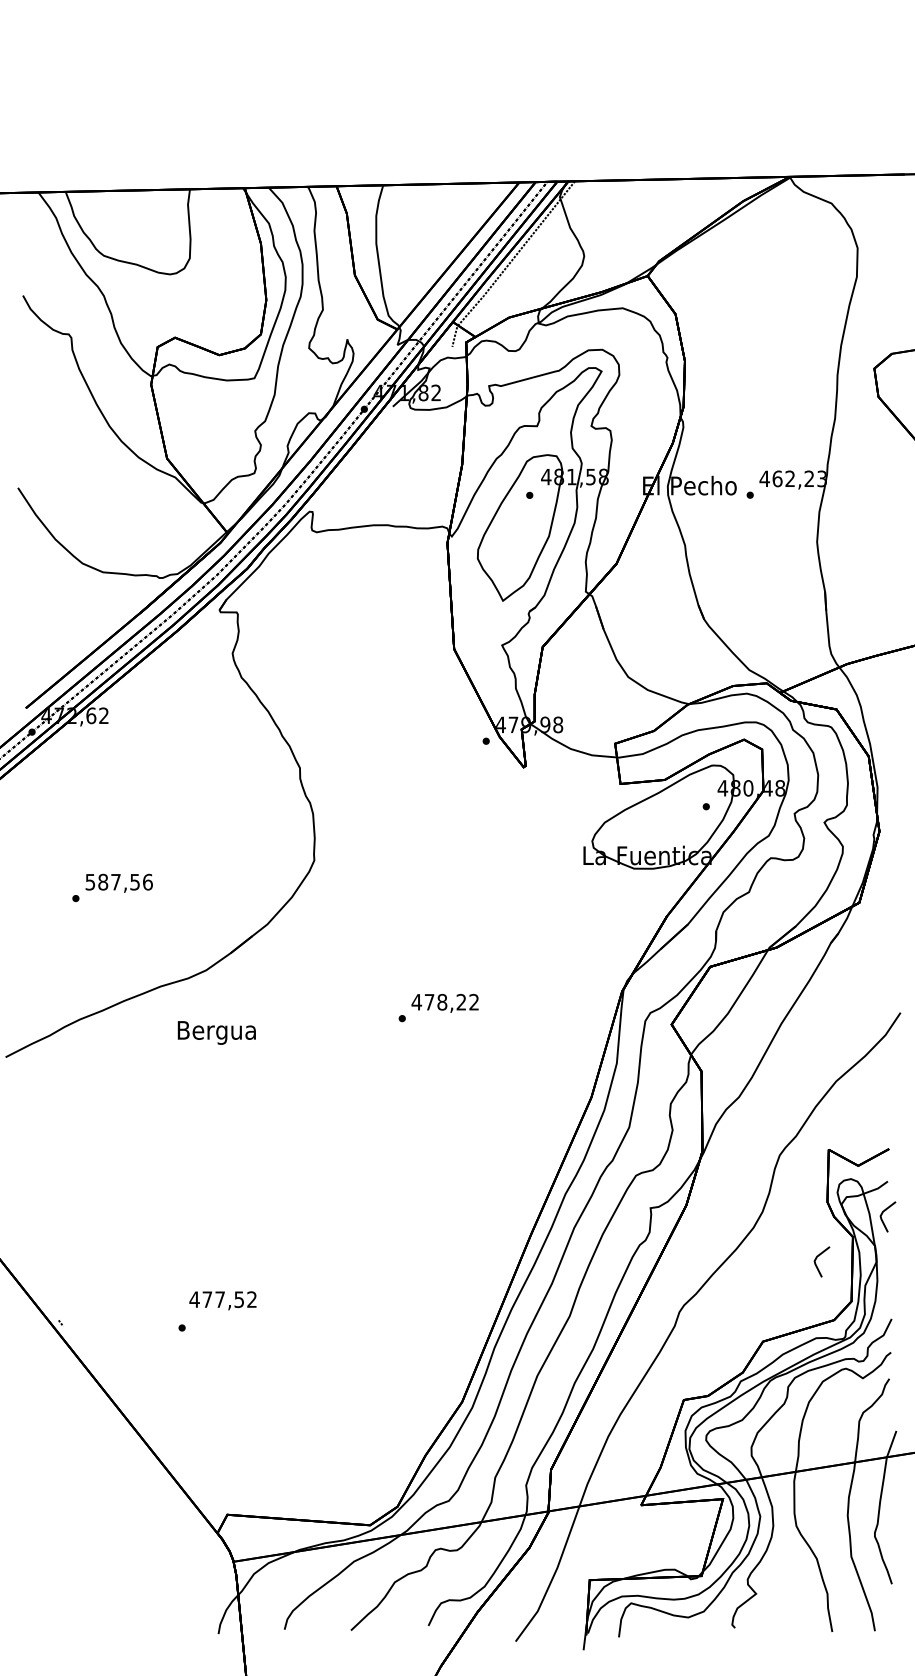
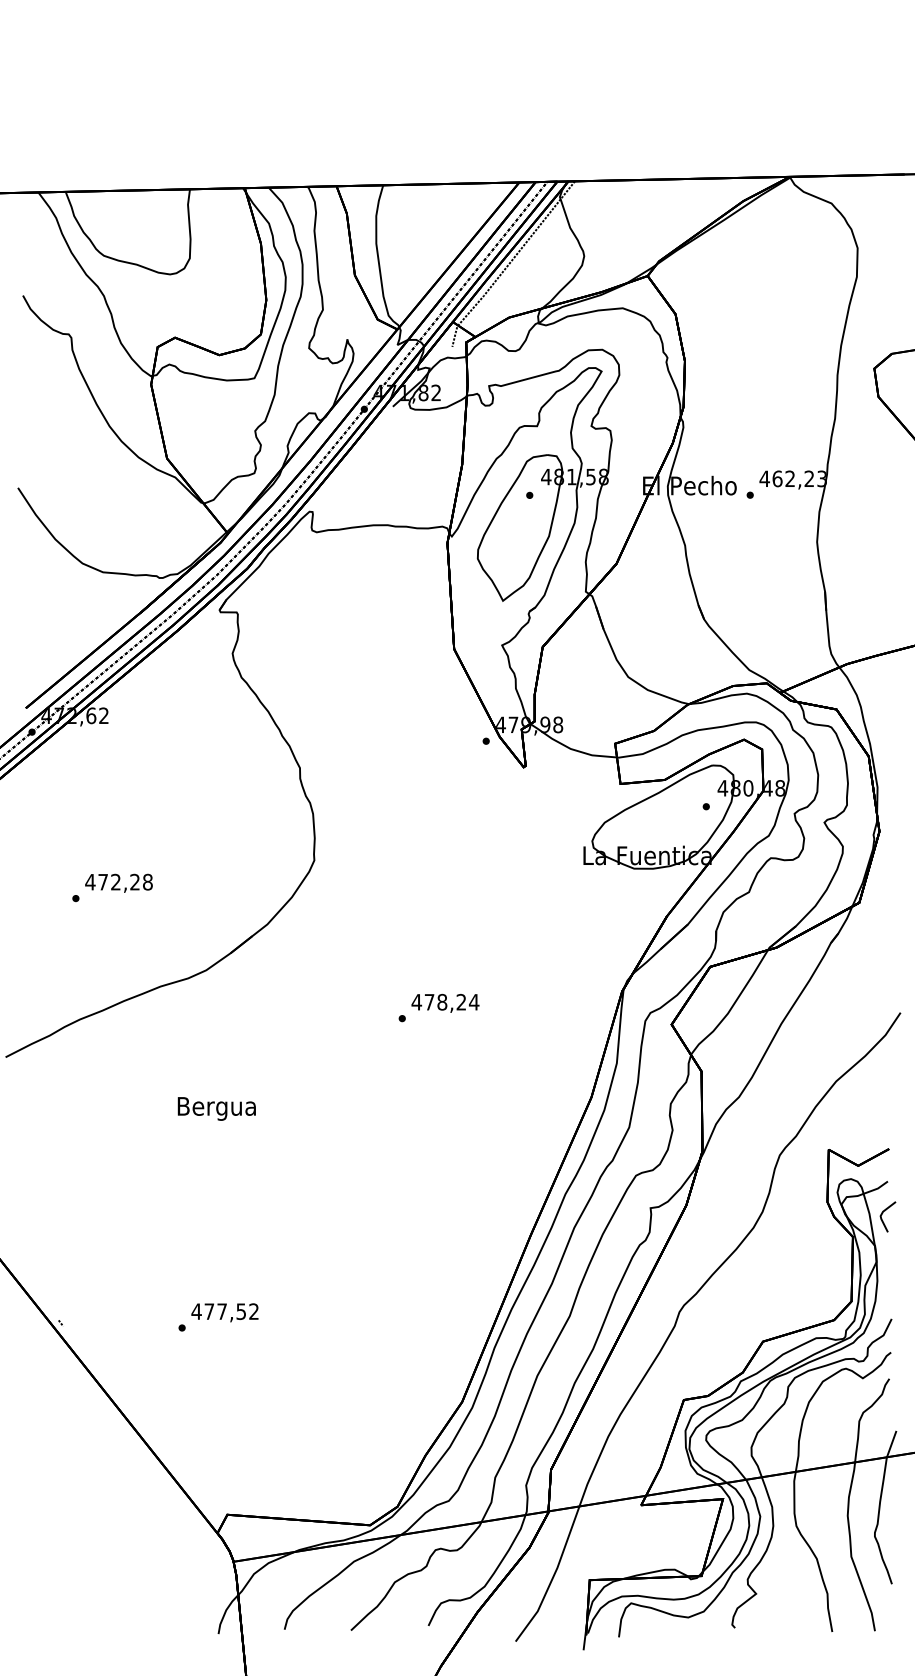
text at (118, 881): 587,56 -> 472,28
text at (473, 1001): 478,22 -> 478,24
text at (216, 1032) position: (216, 1032) -> (216, 1108)
line at (817, 1258): present -> none
text at (222, 1300) position: (222, 1300) -> (224, 1312)
